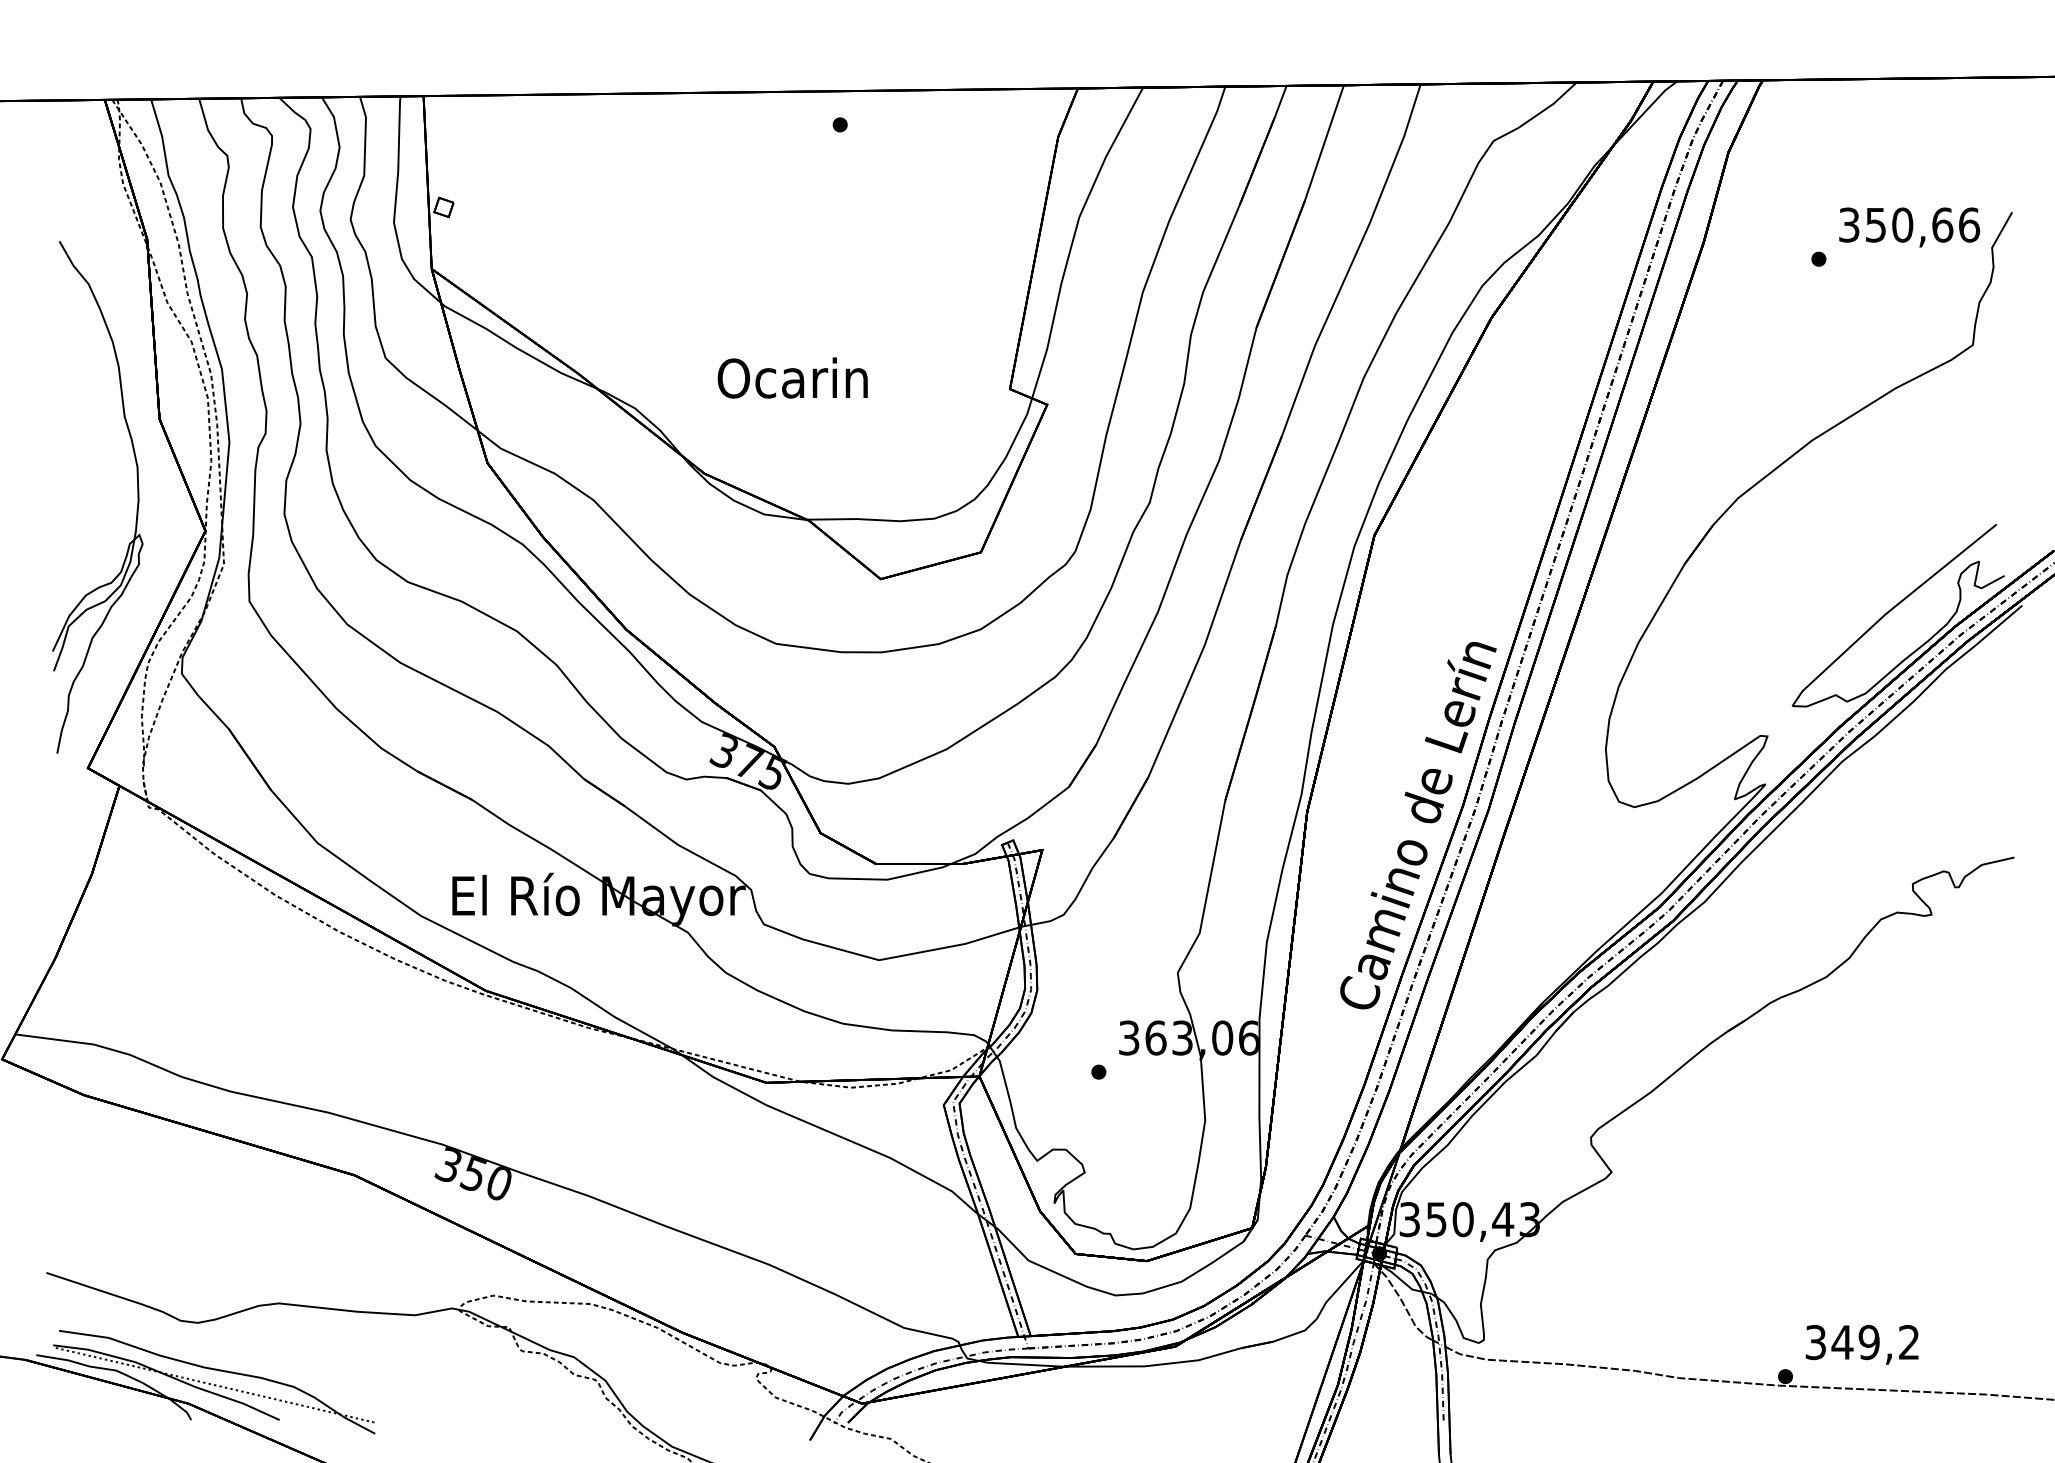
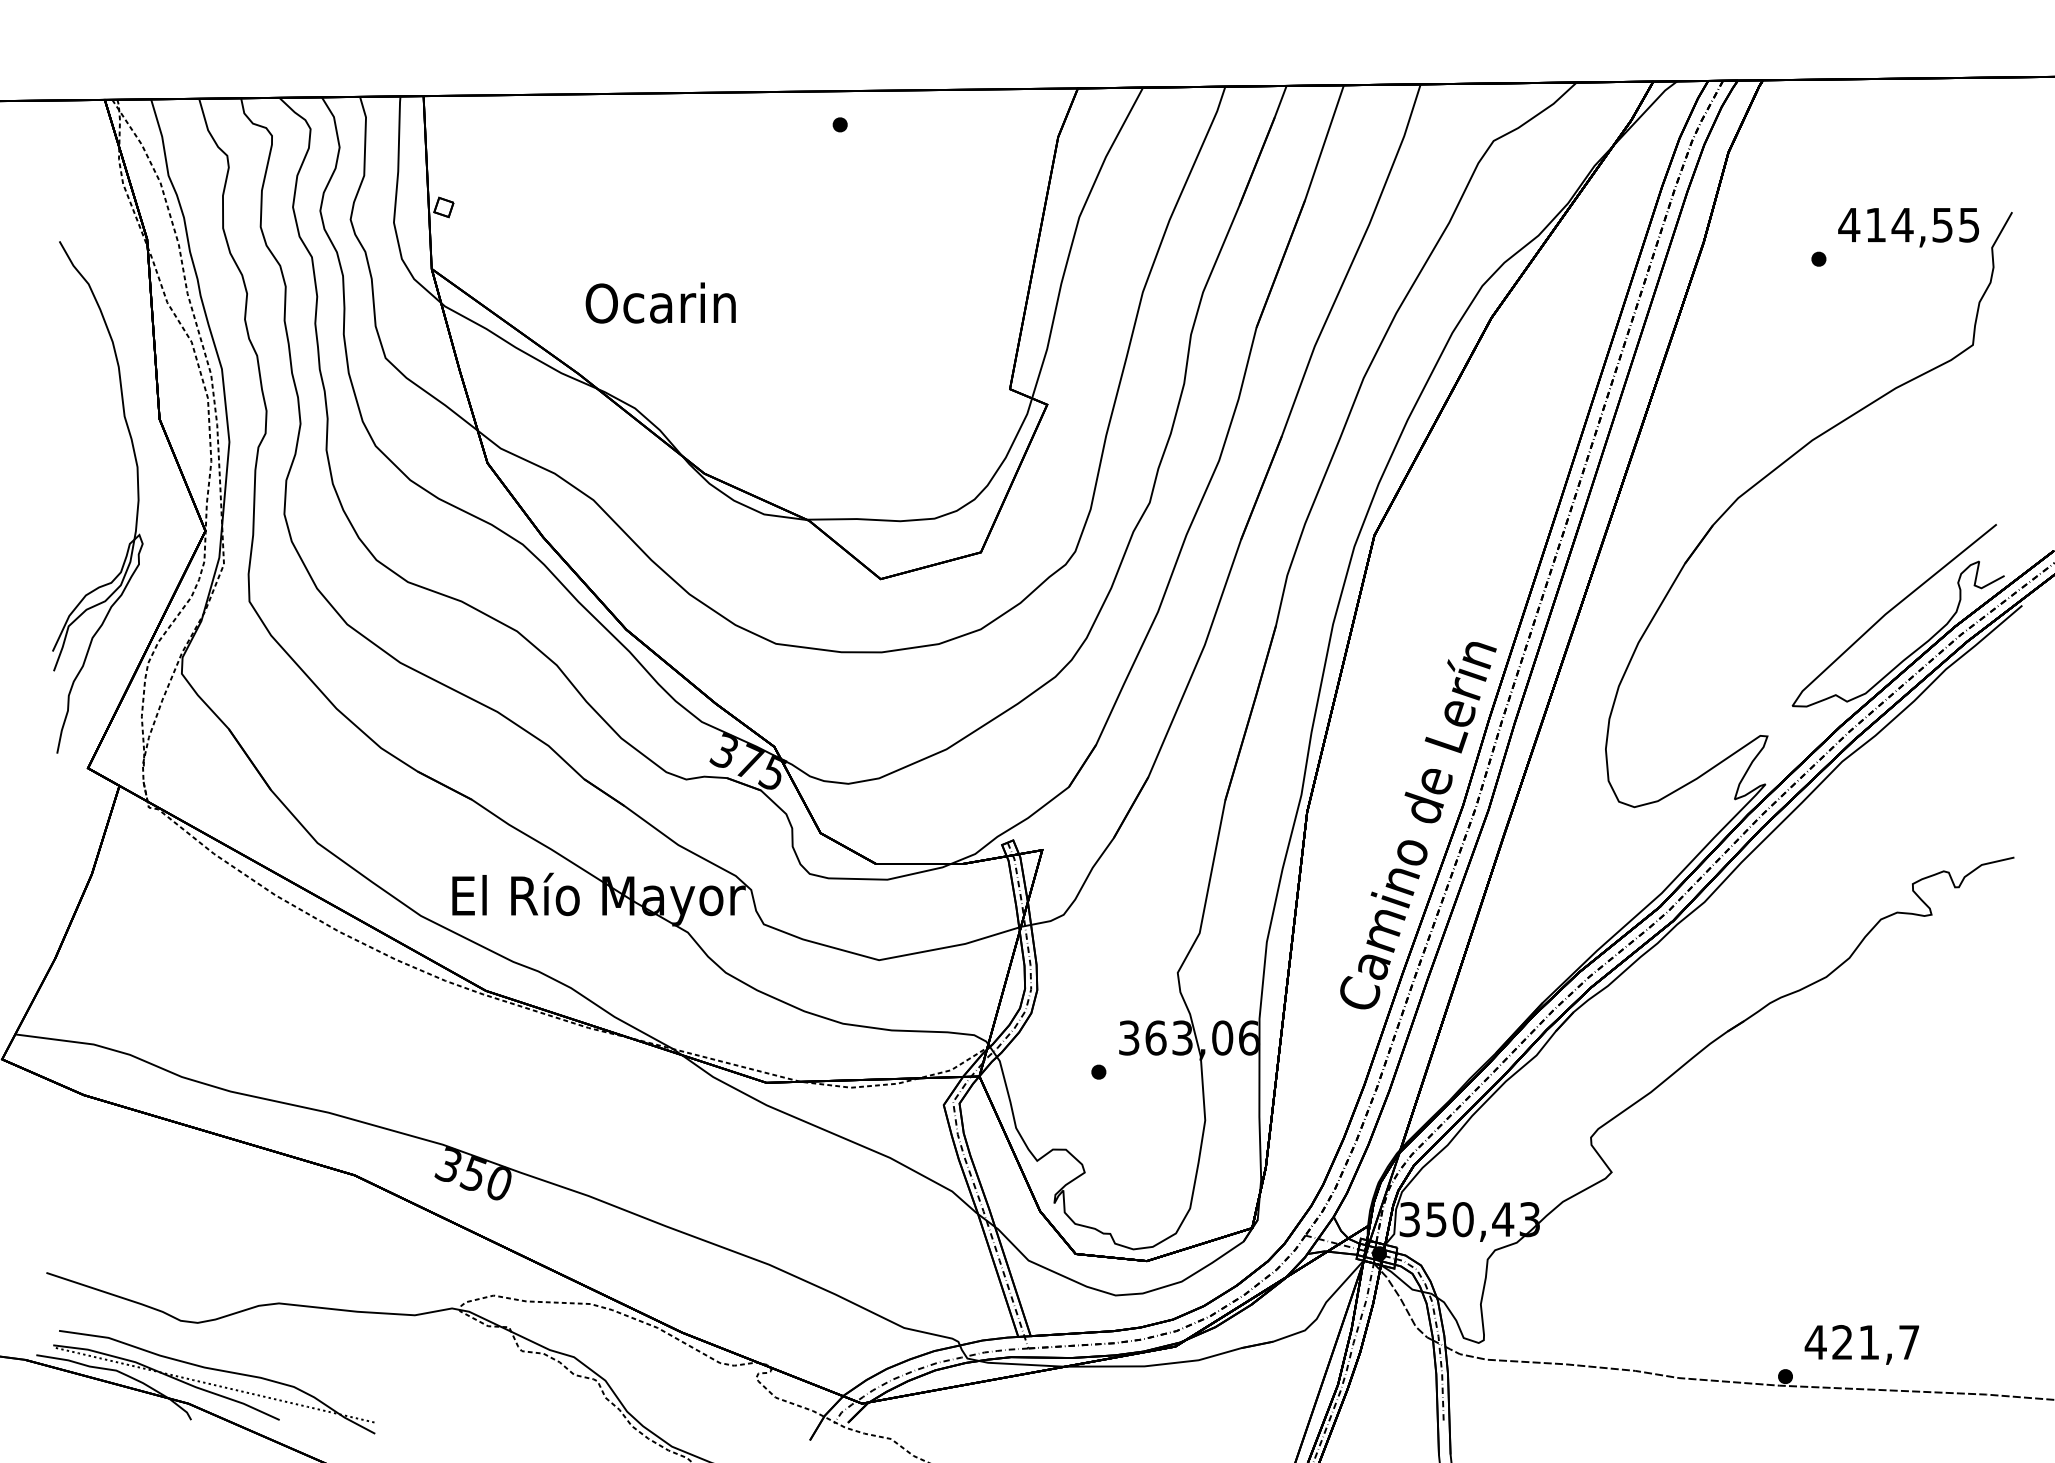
text at (1909, 224): 350,66 -> 414,55
text at (792, 377) position: (792, 377) -> (660, 302)
text at (1861, 1342): 349,2 -> 421,7
